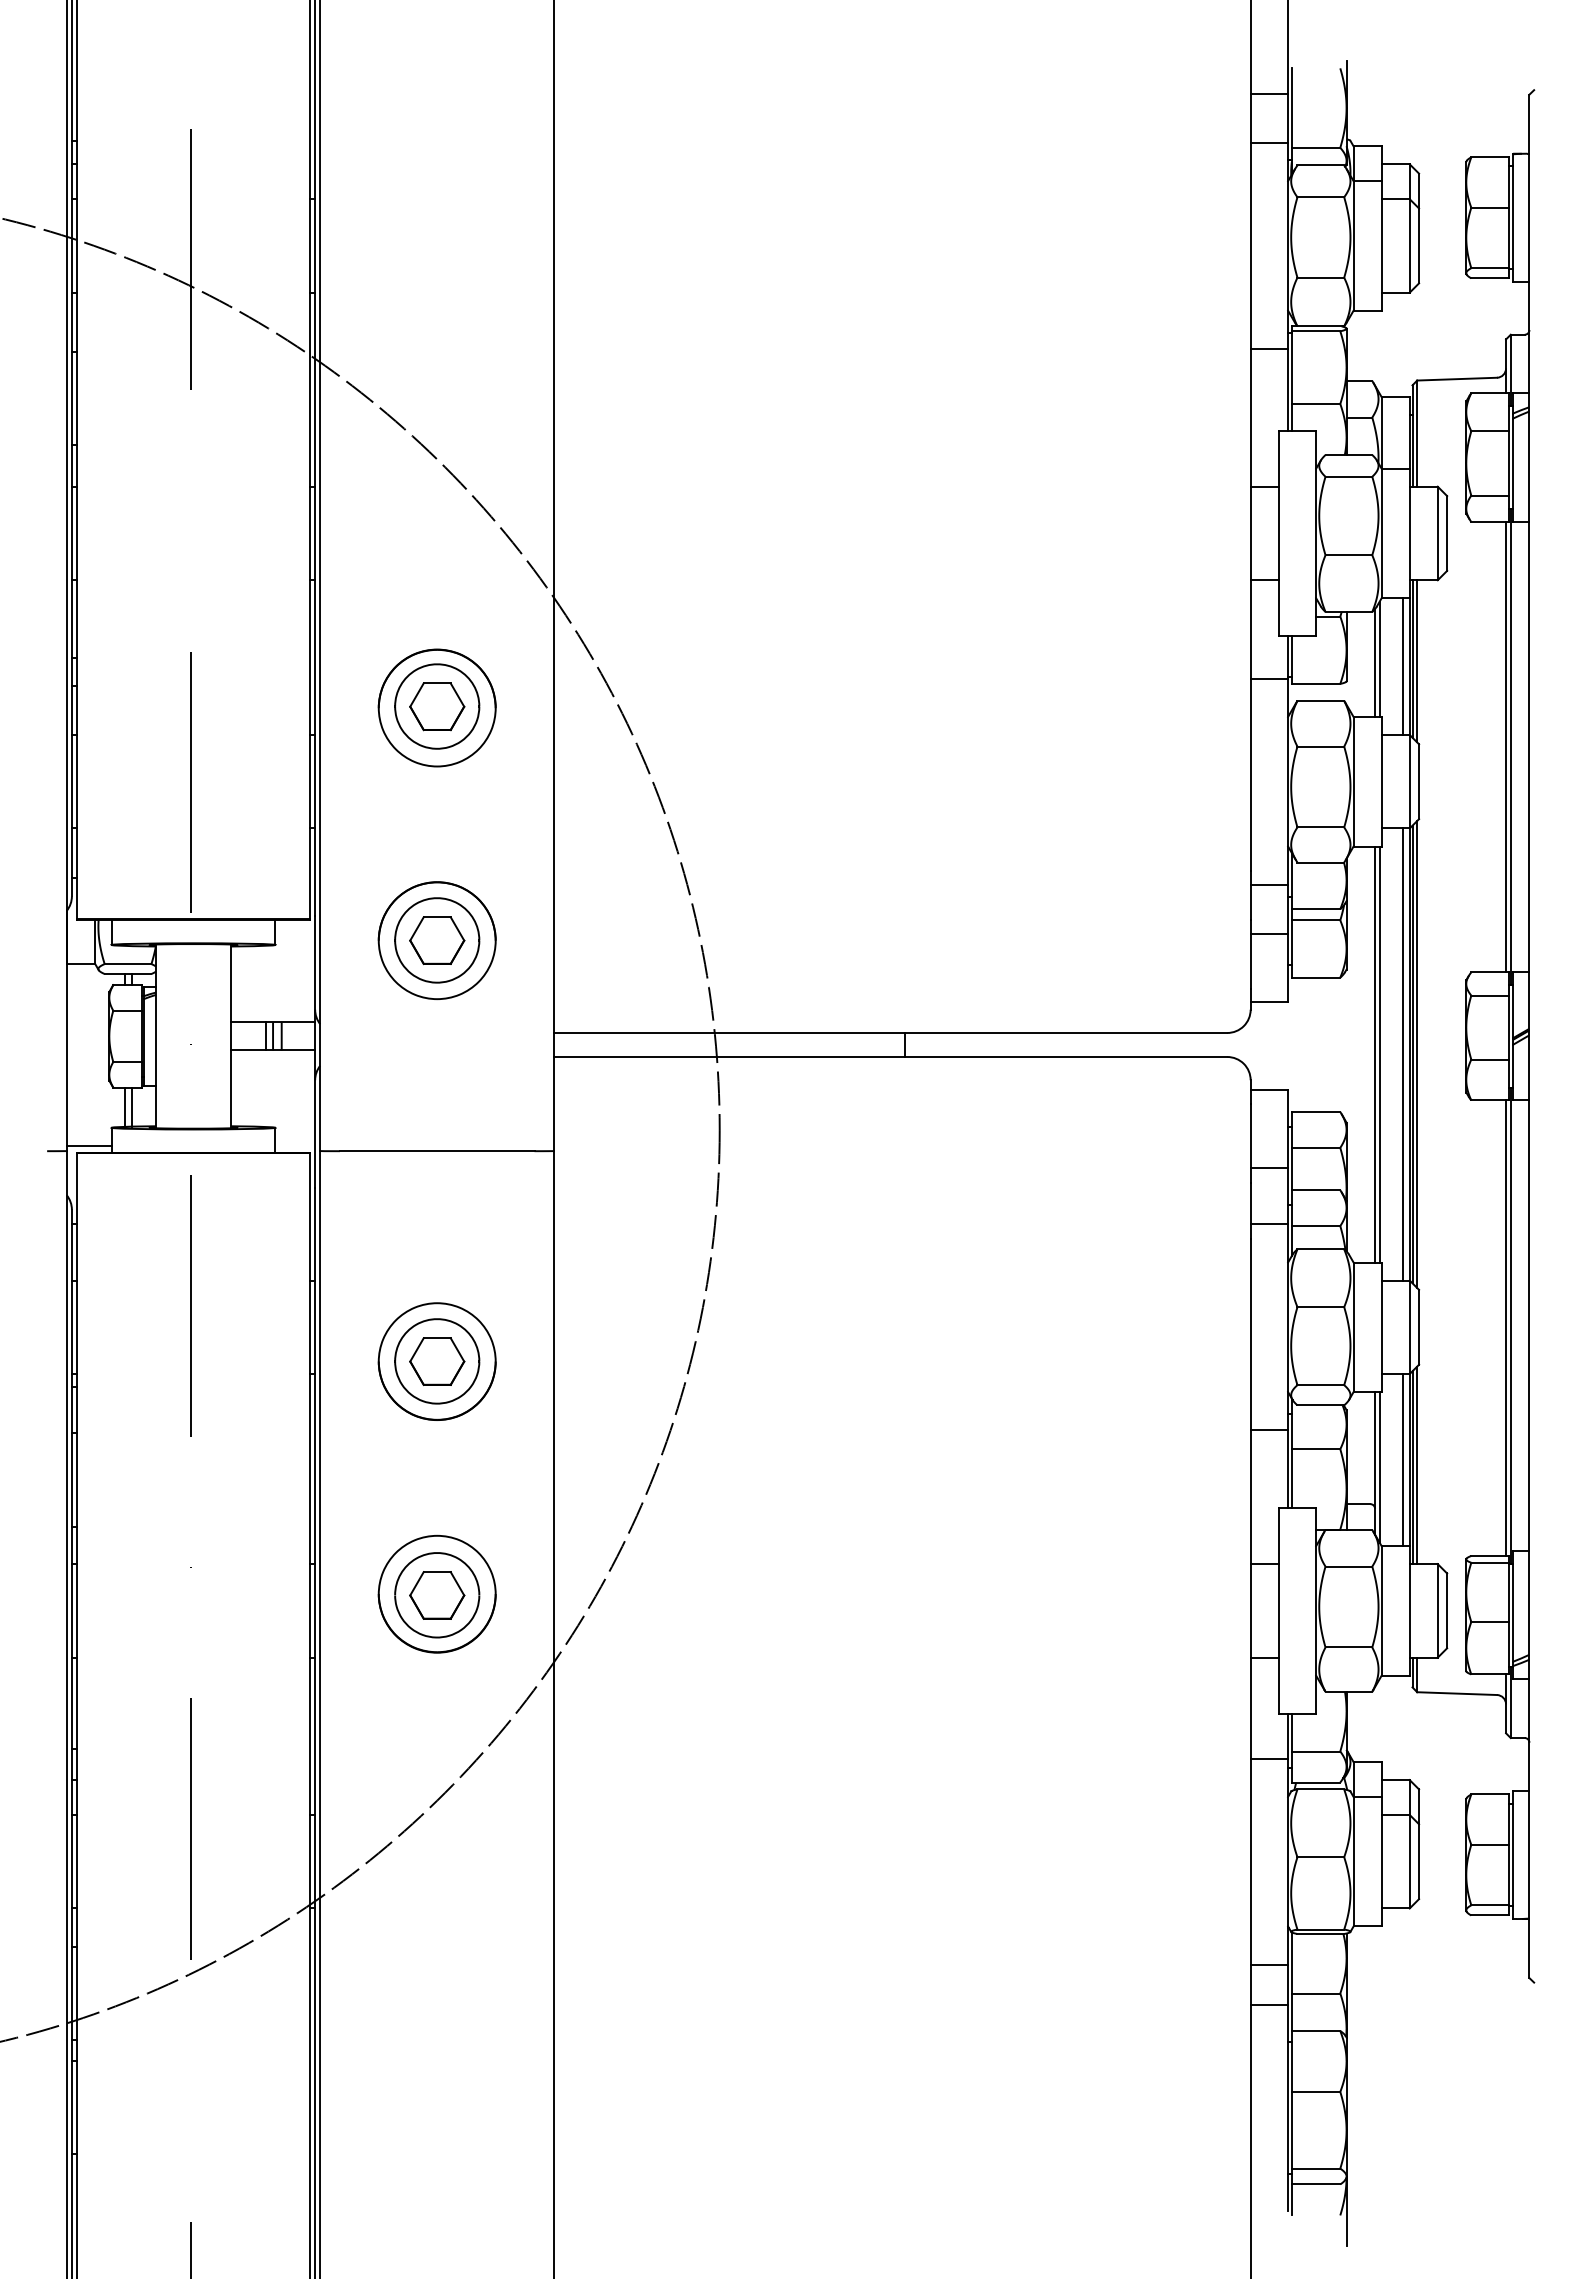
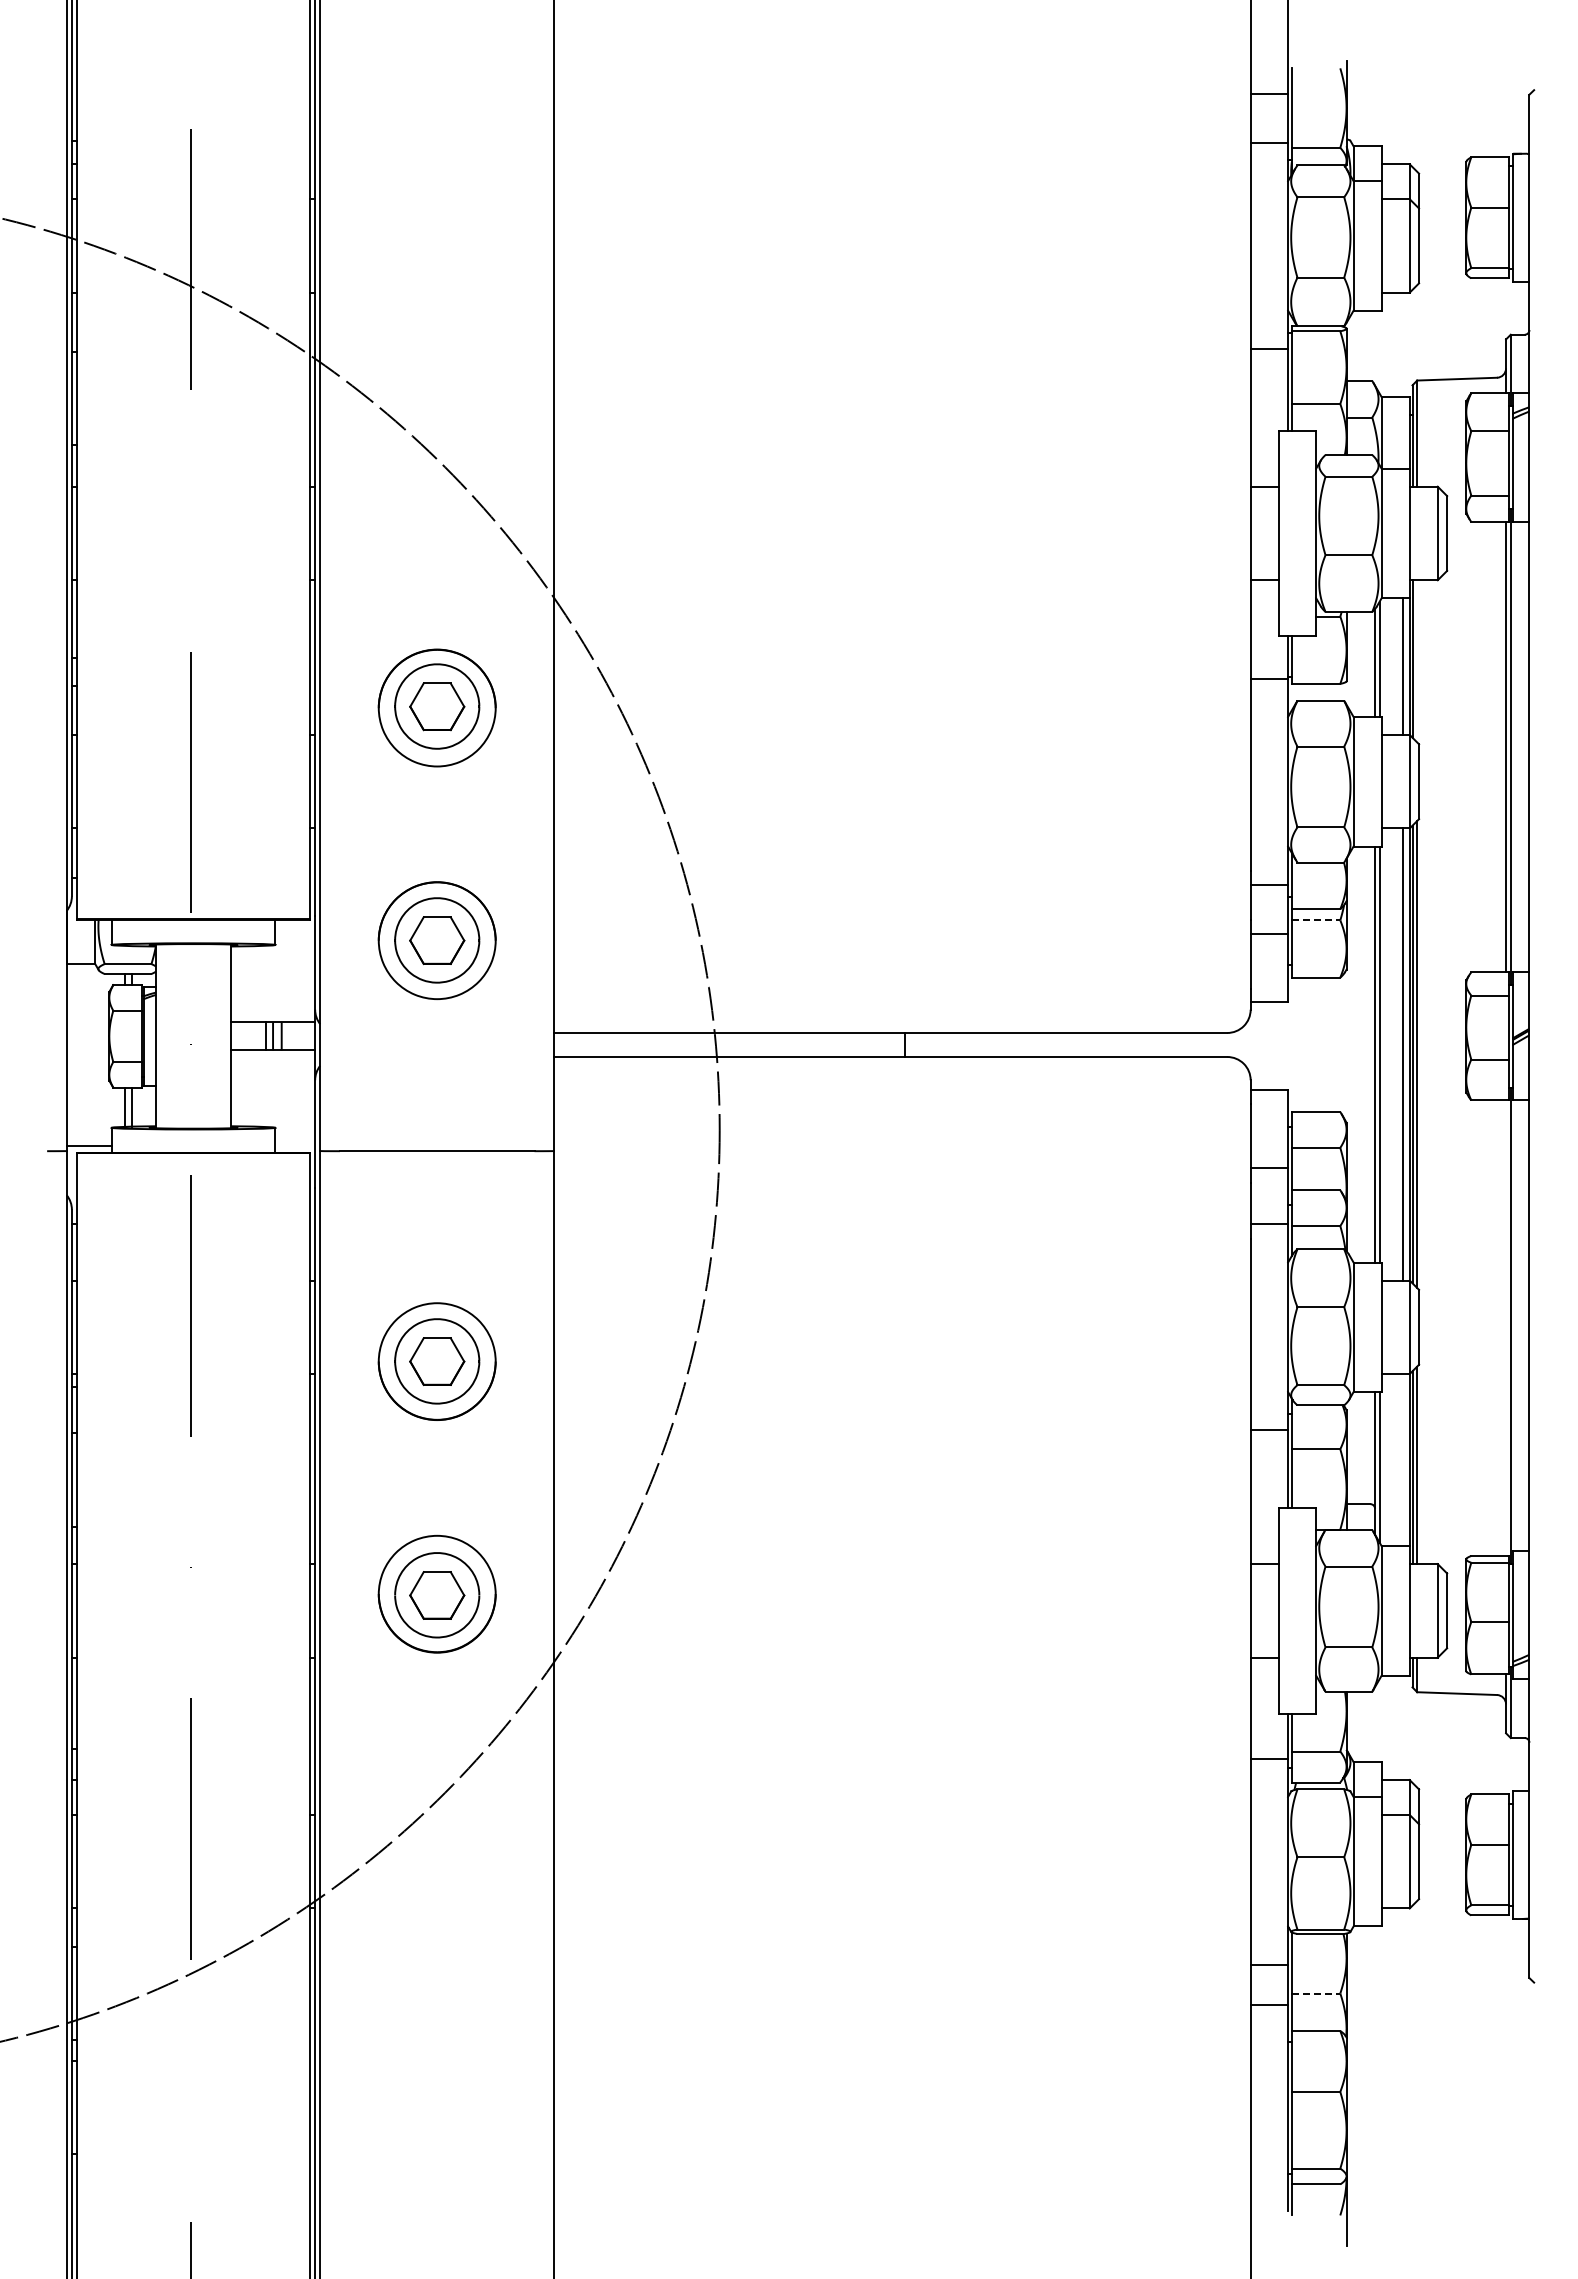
line at (1417, 661): present -> none
line at (1316, 920): solid -> dashed
line at (1506, 1327): present -> none
line at (1403, 1460): present -> none
line at (1316, 1993): solid -> dashed
